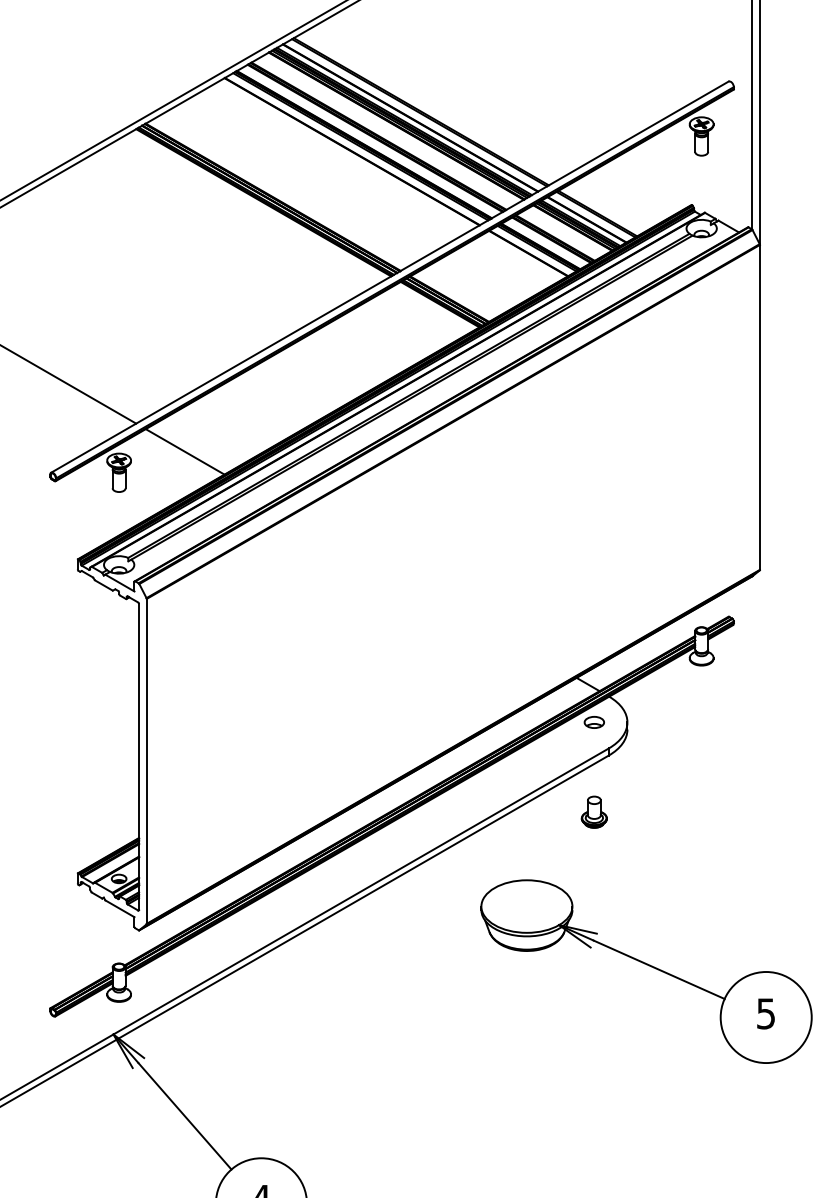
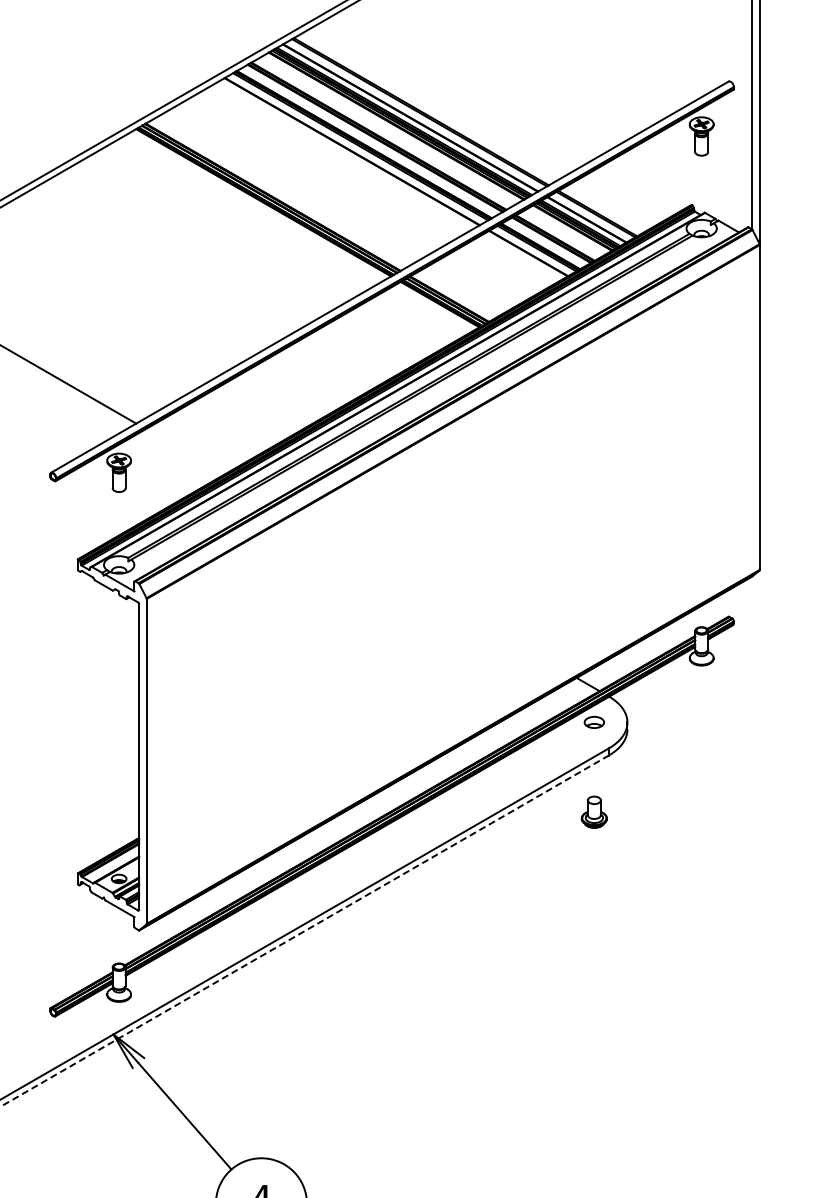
line at (184, 451): present -> none
line at (305, 930): solid -> dashed
part at (646, 971): present -> none
